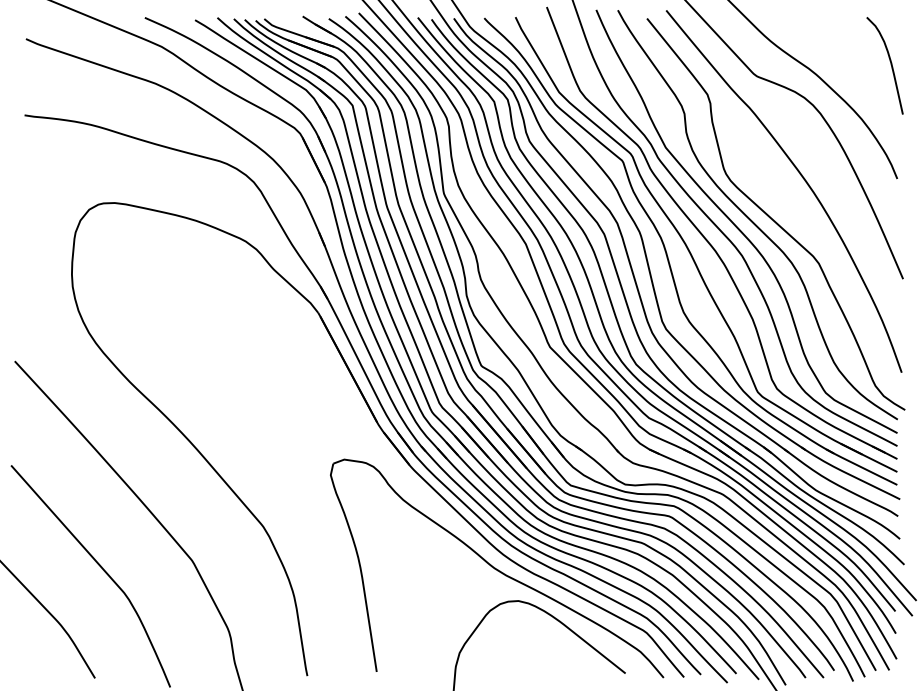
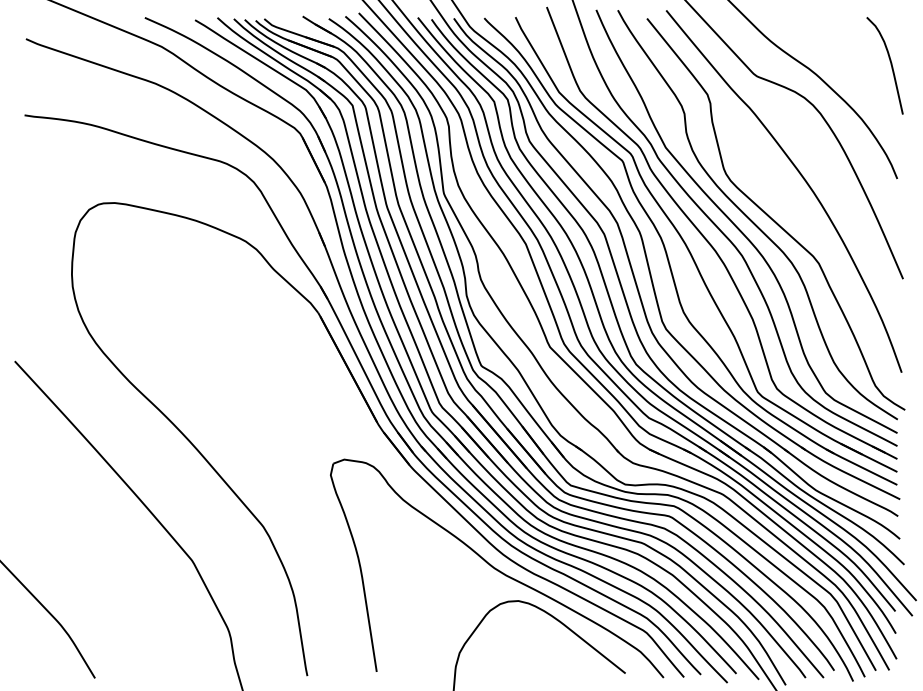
curve at (99, 566): present -> none
